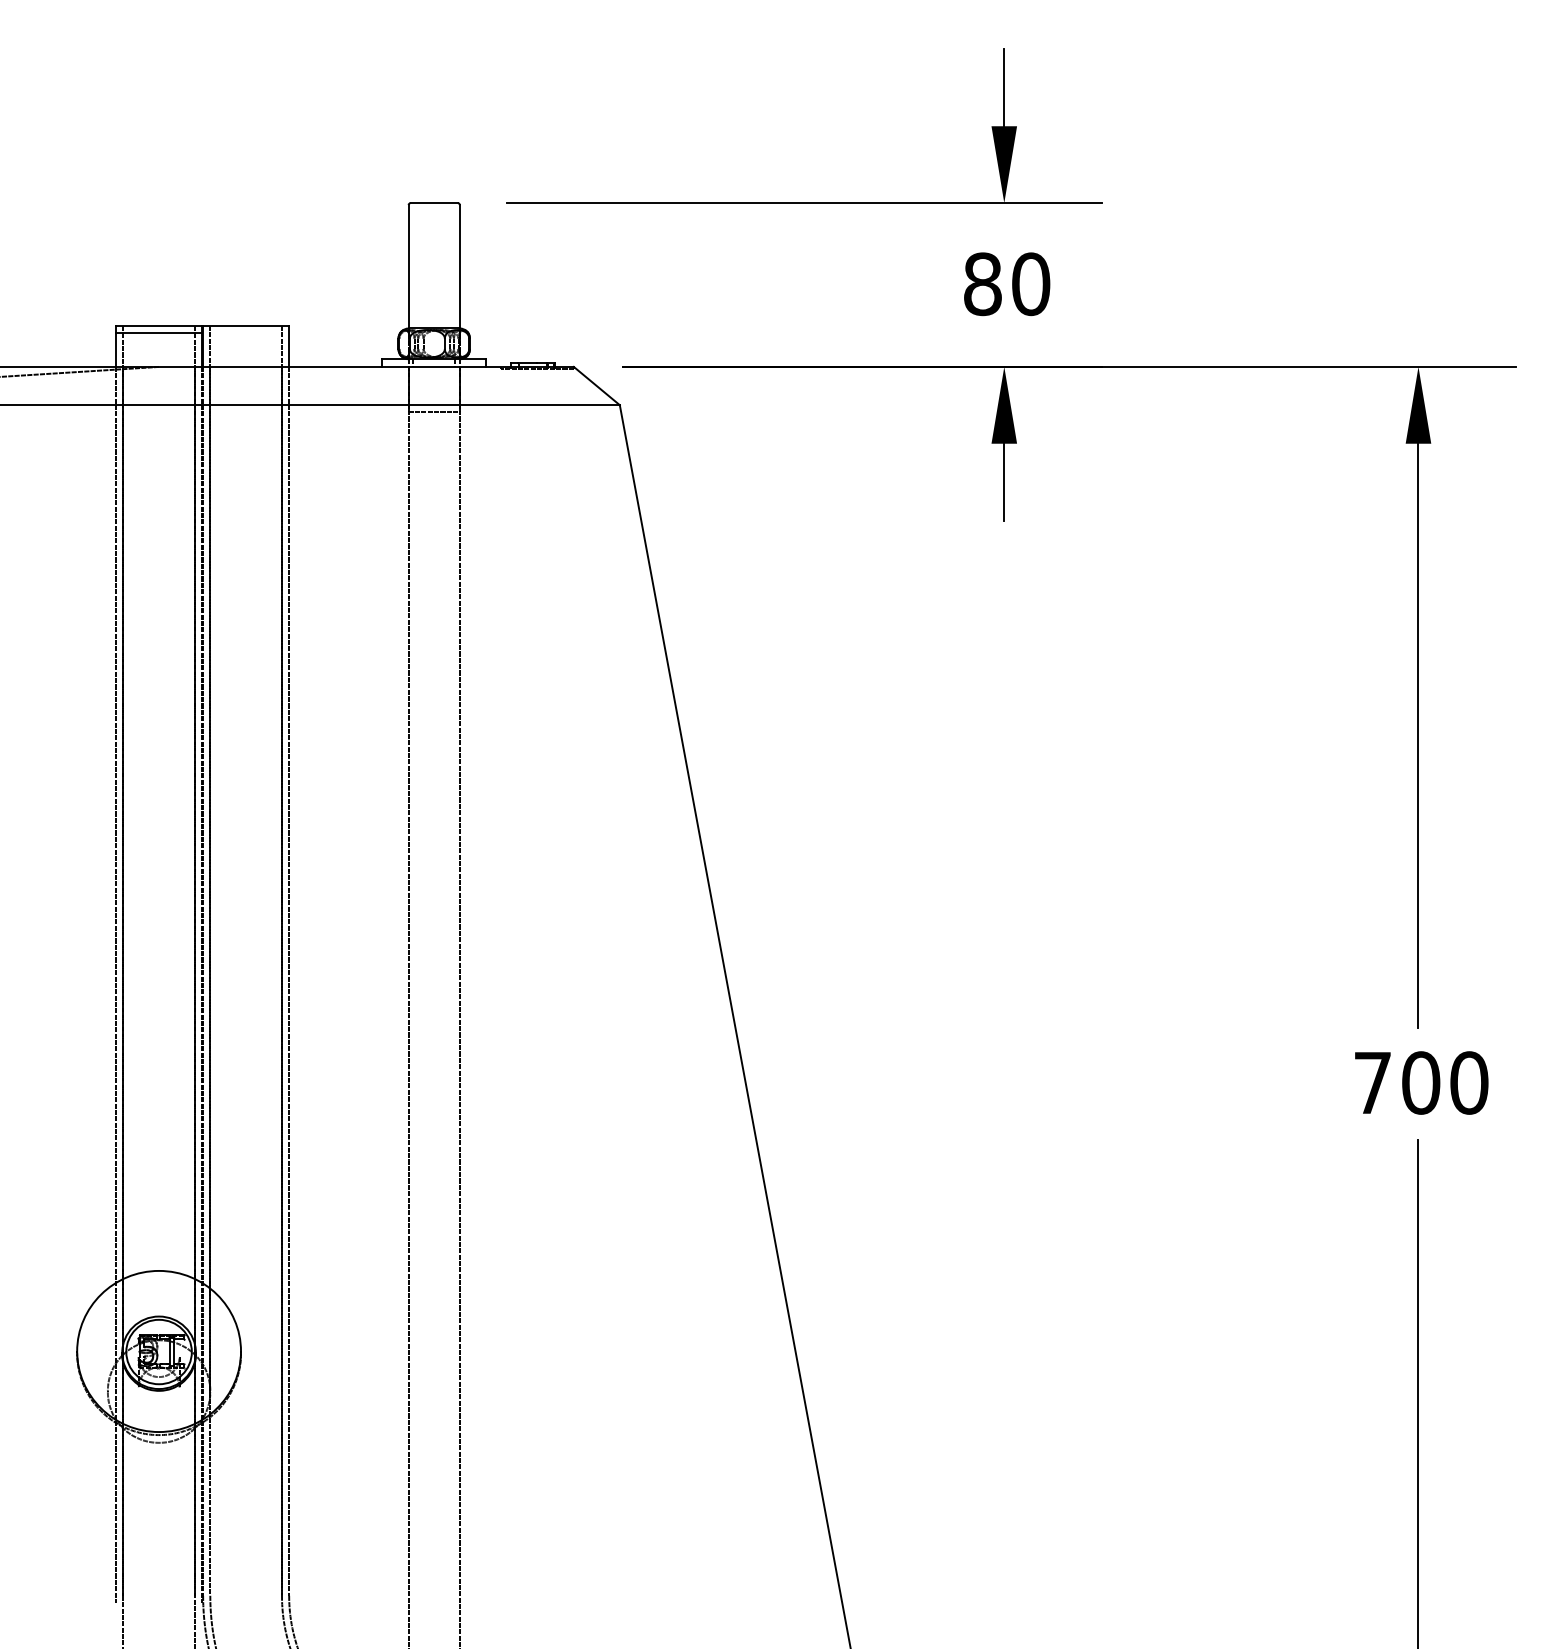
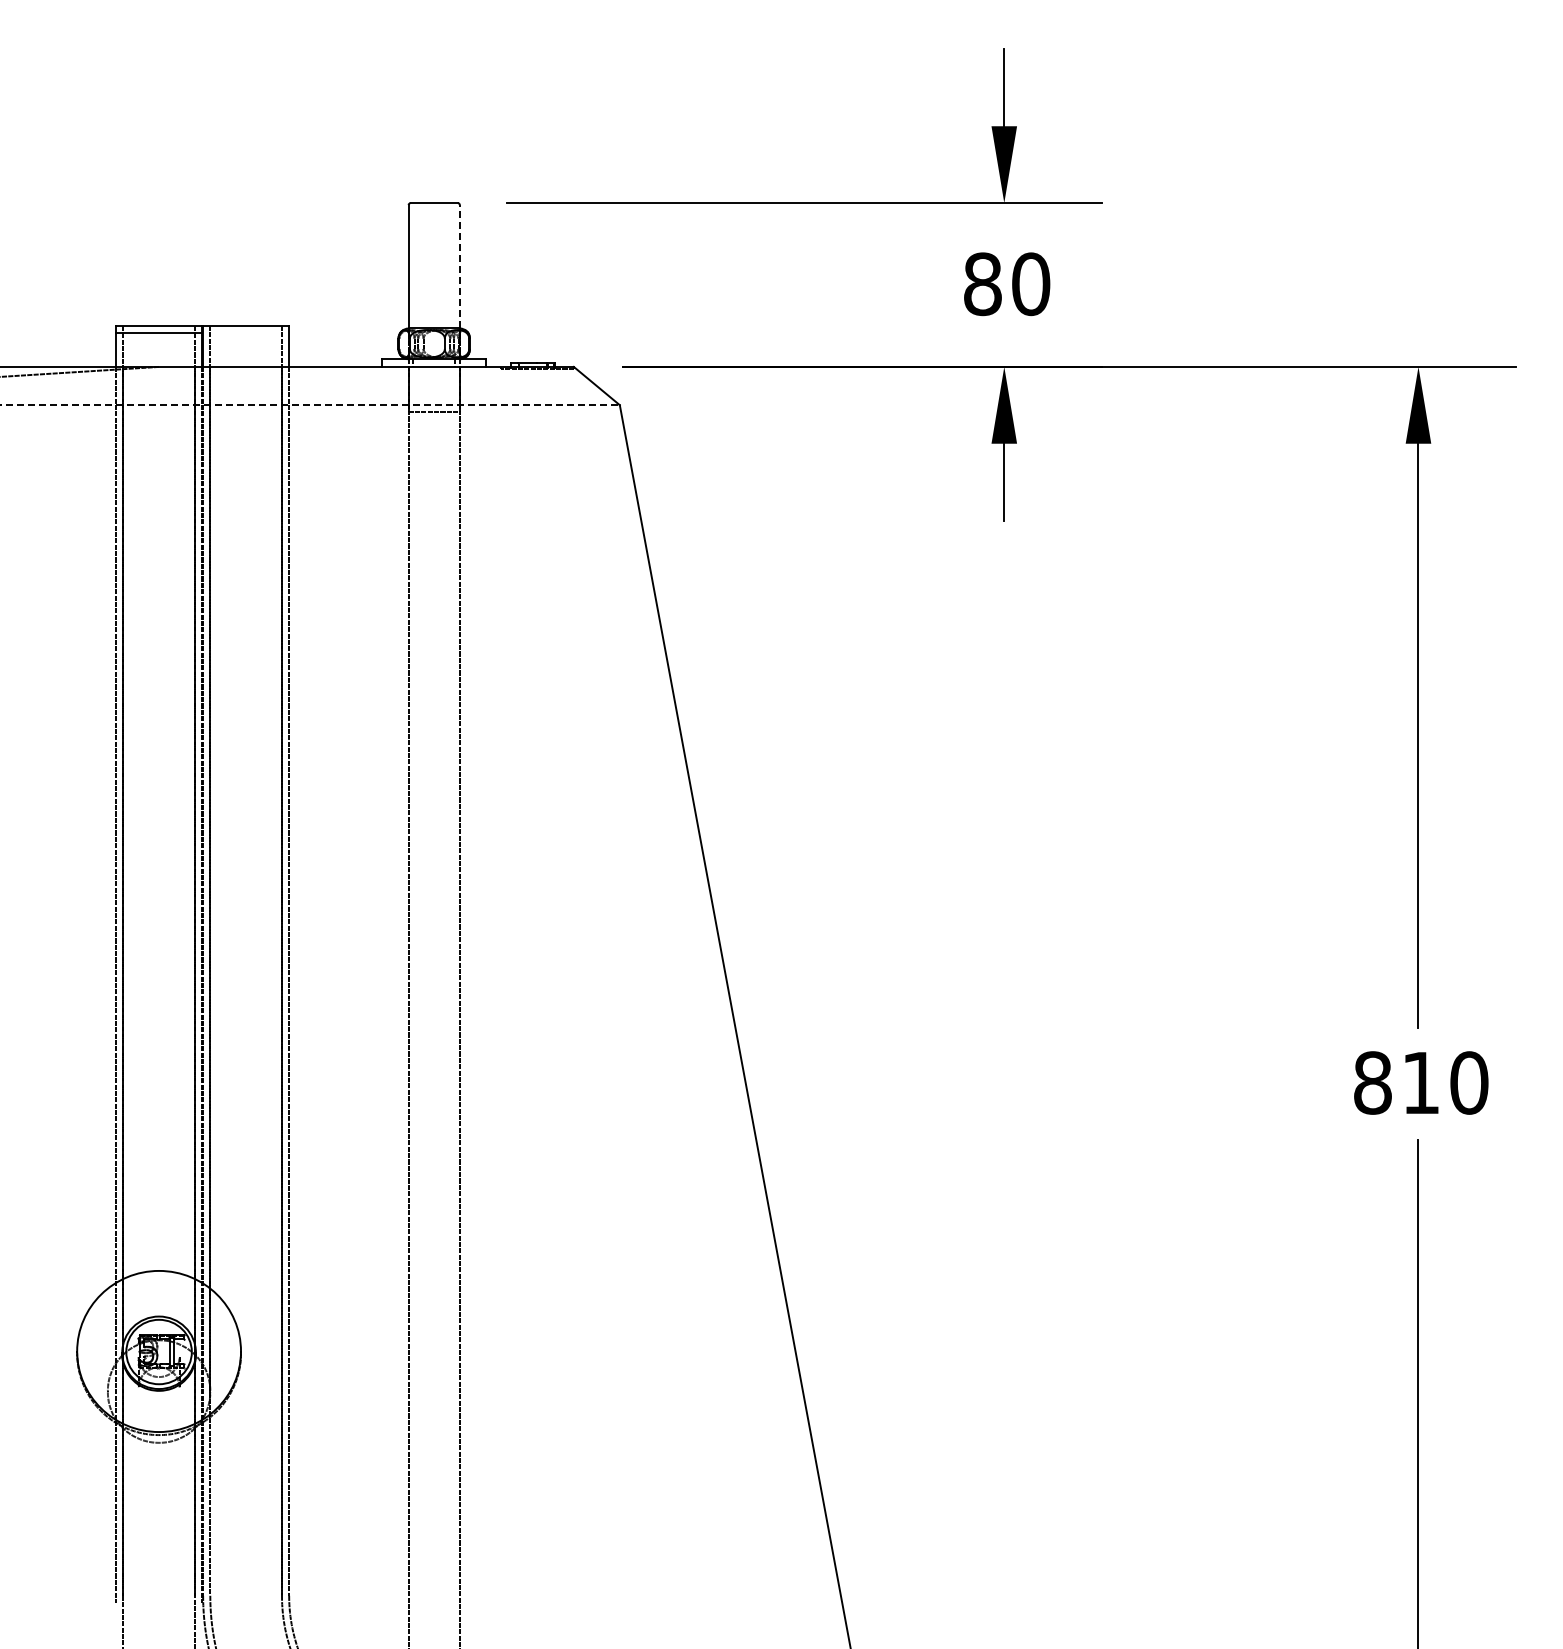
line at (459, 266): solid -> dashed
line at (310, 405): solid -> dashed
text at (1397, 1082): 700 -> 810
